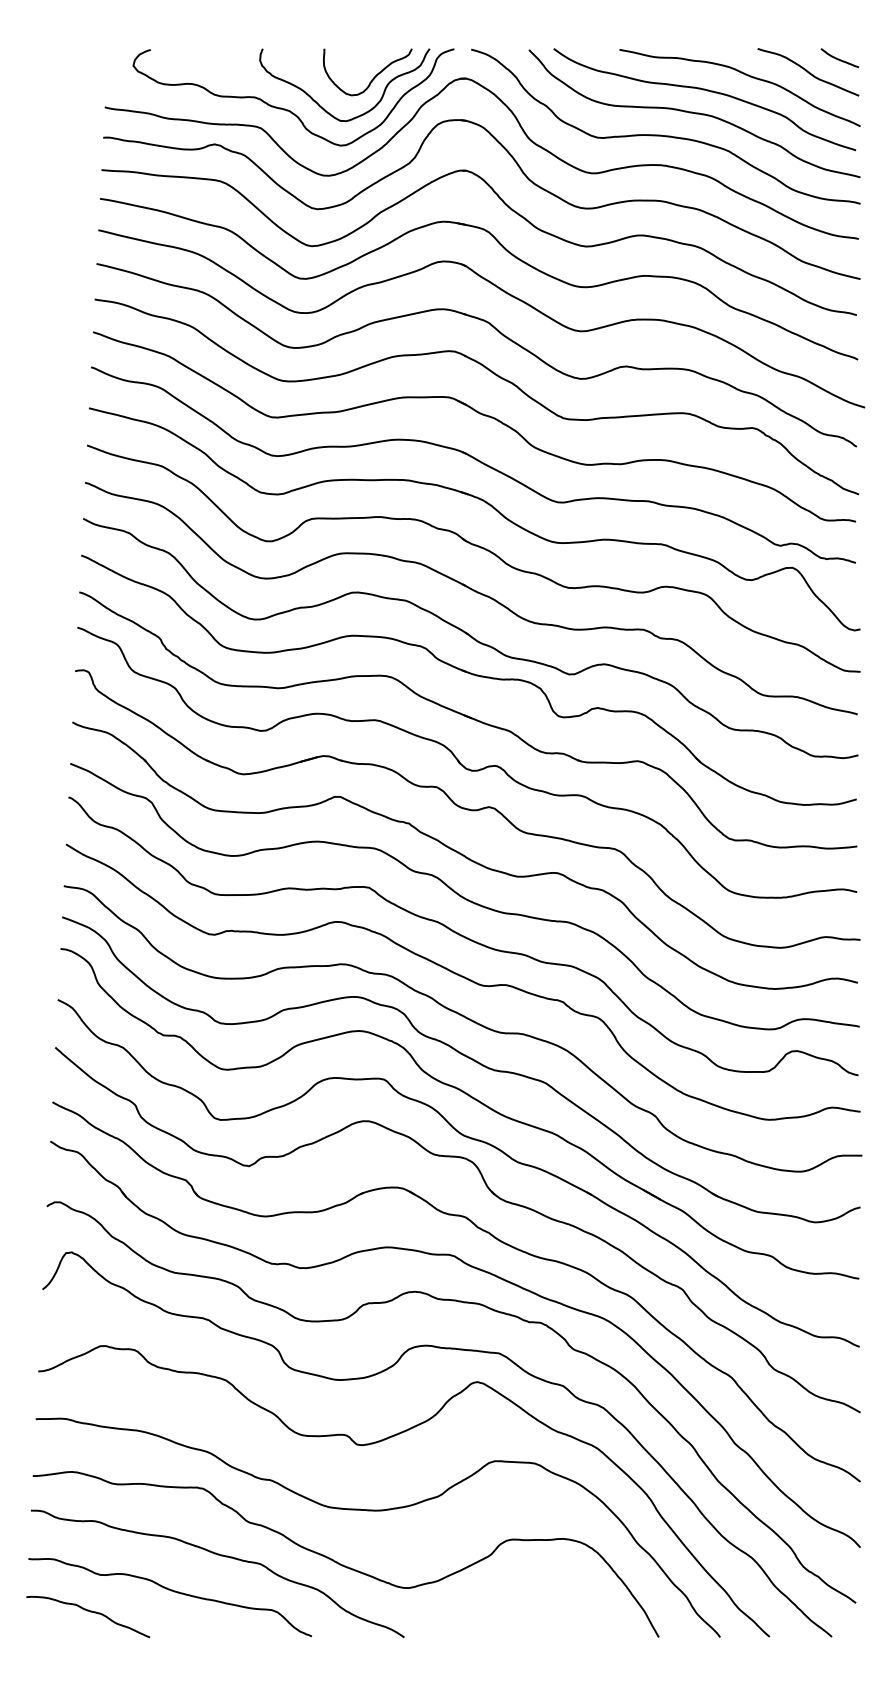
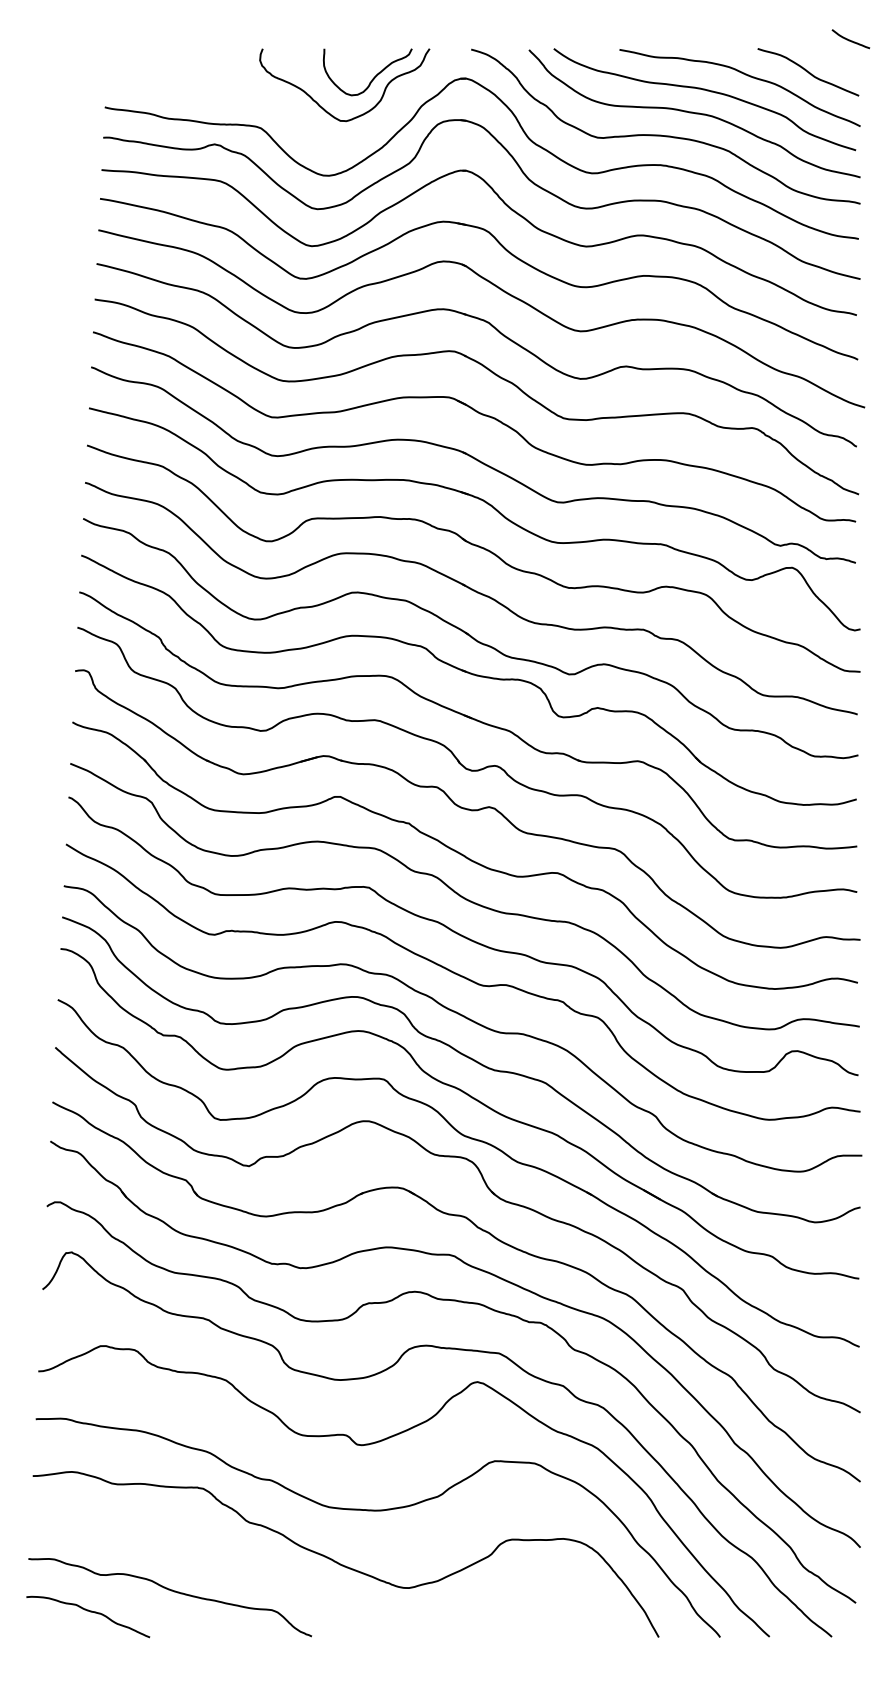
curve at (839, 58) position: (839, 58) -> (850, 39)
curve at (288, 109): present -> none
curve at (221, 1556): present -> none
